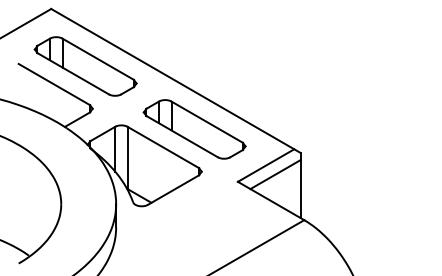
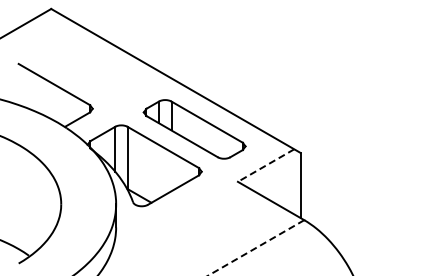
part at (85, 66): present -> none
line at (266, 165): solid -> dashed
line at (275, 174): present -> none
line at (255, 248): solid -> dashed
